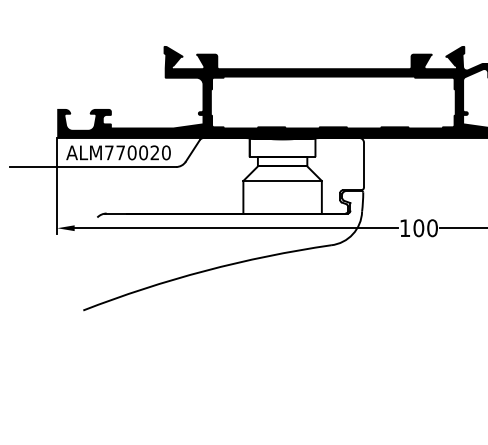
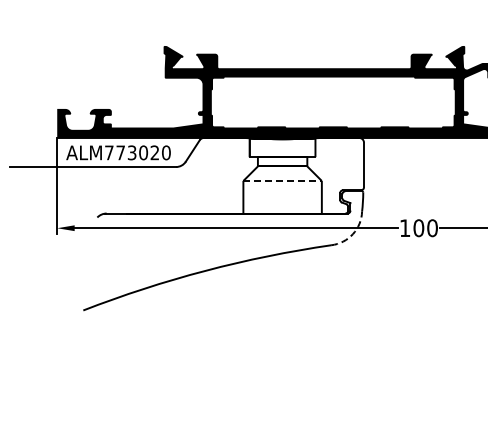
text at (131, 152): ALM770020 -> ALM773020
line at (283, 181): solid -> dashed
arc at (352, 234): solid -> dashed
